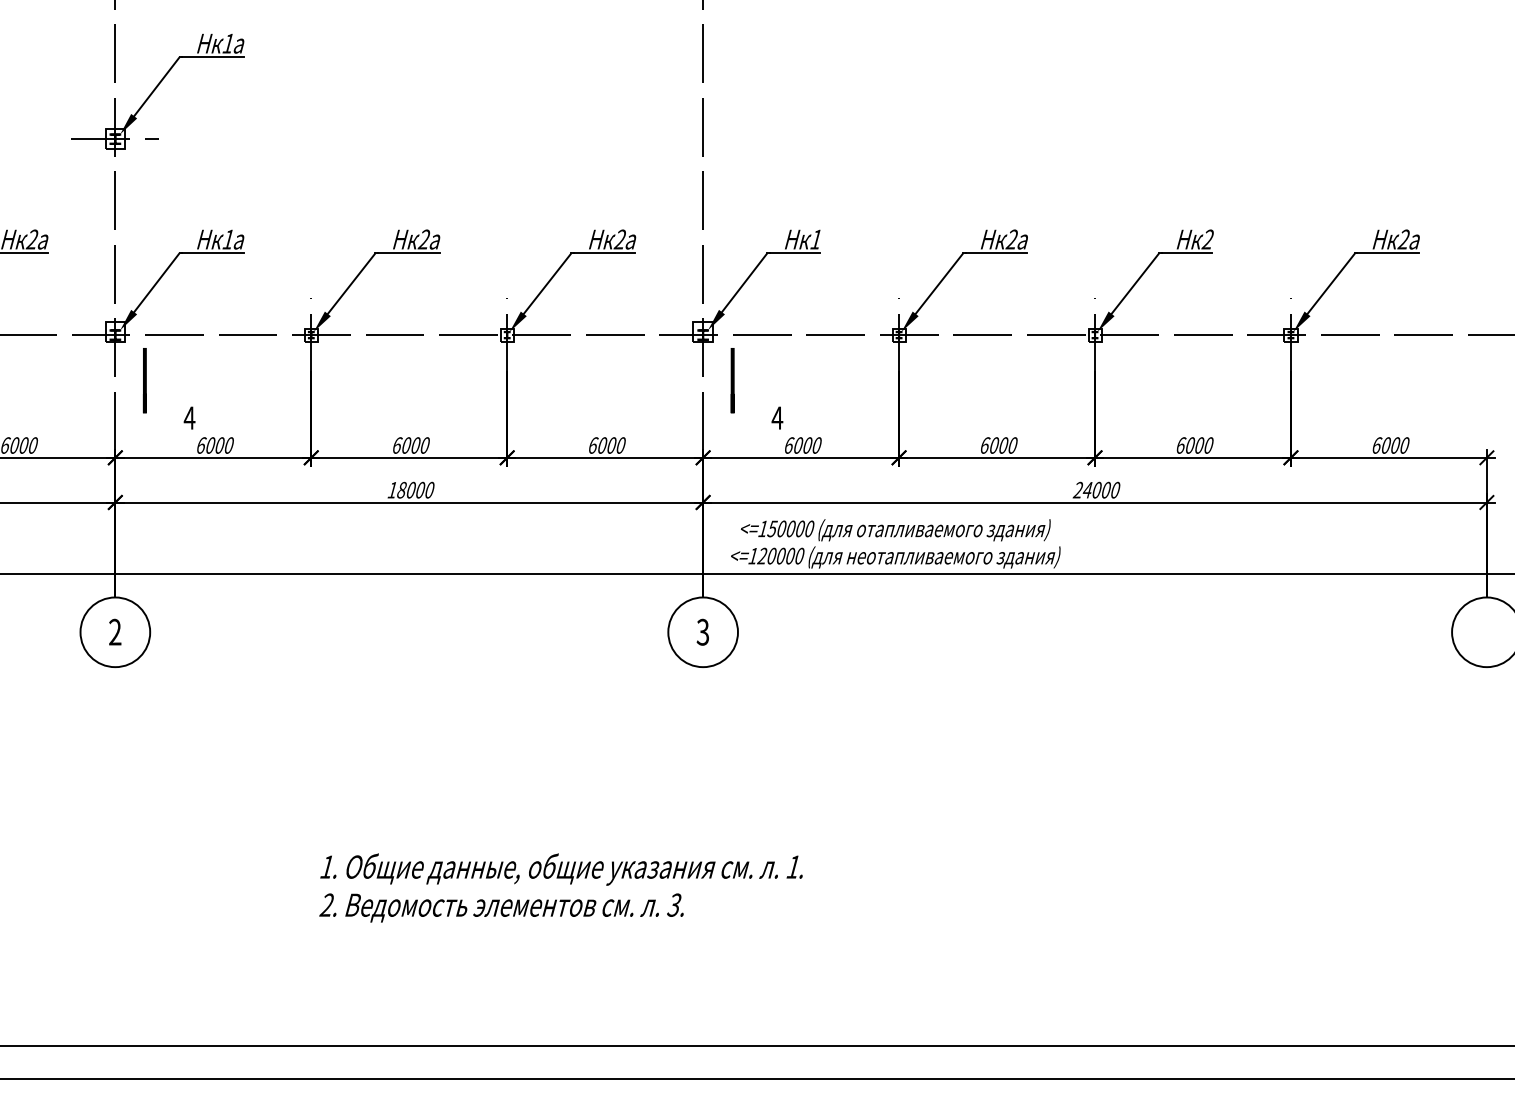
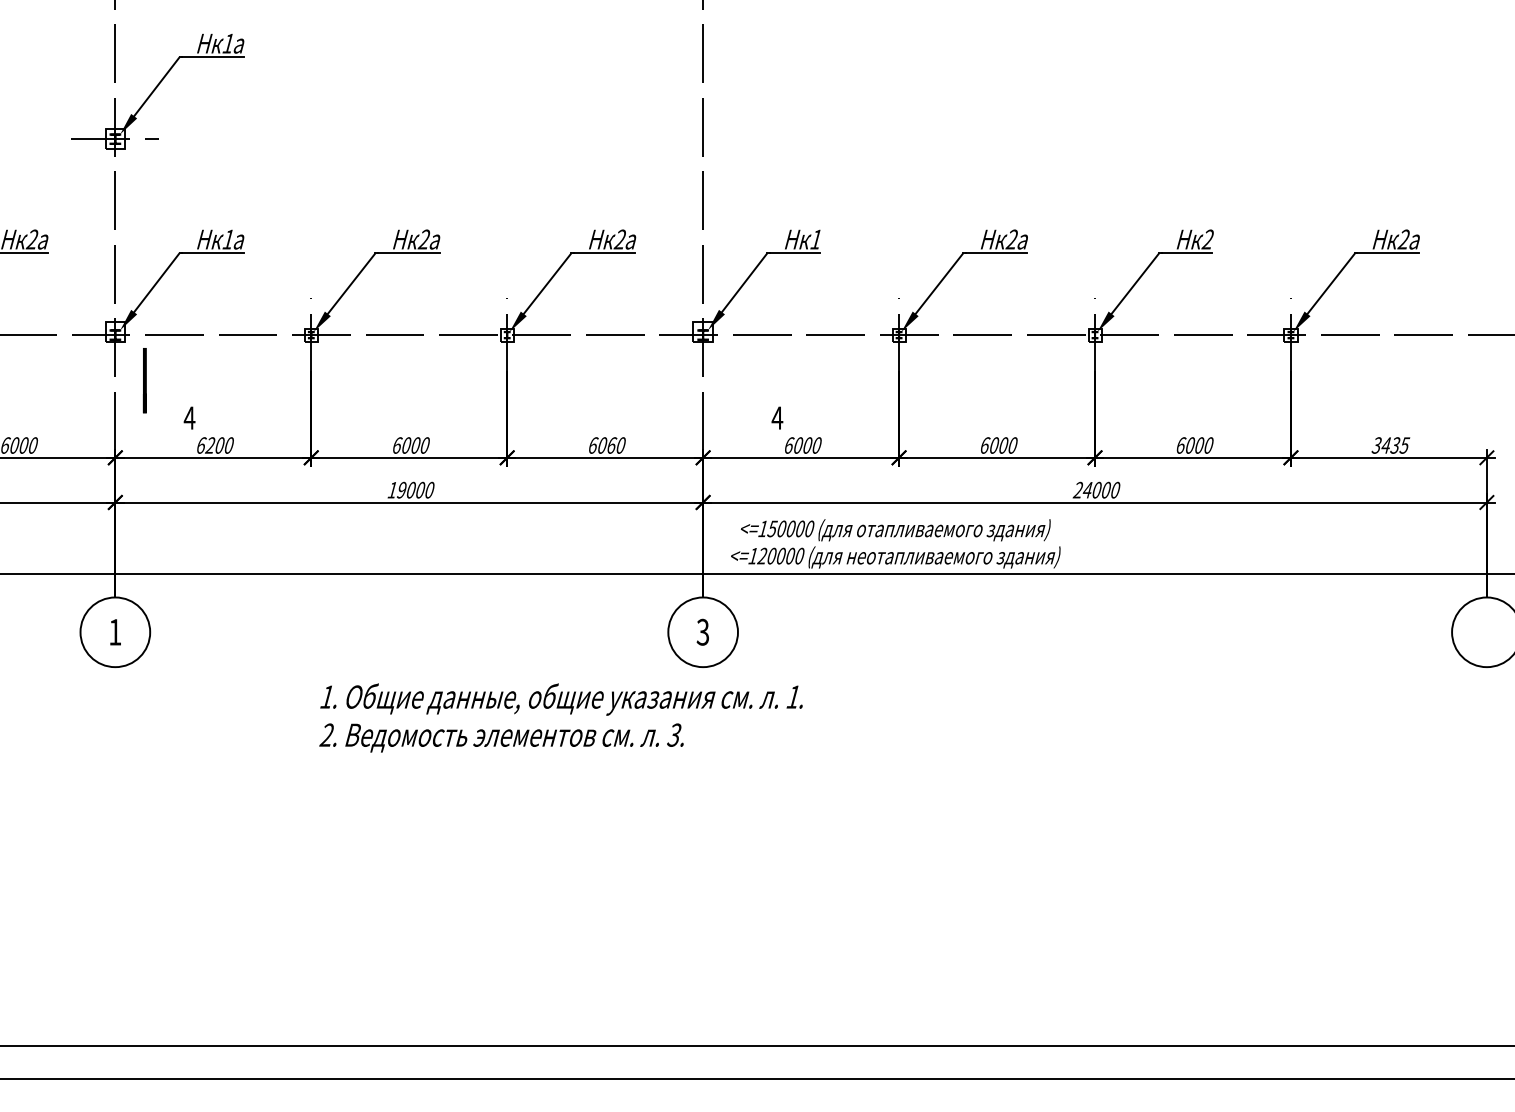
line at (732, 380): present -> none
text at (210, 445): 6000 -> 6200
text at (612, 445): 6000 -> 6060
text at (1390, 445): 6000 -> 3435
text at (401, 490): 18000 -> 19000
text at (115, 631): 2 -> 1
text at (560, 887) position: (560, 887) -> (560, 717)
